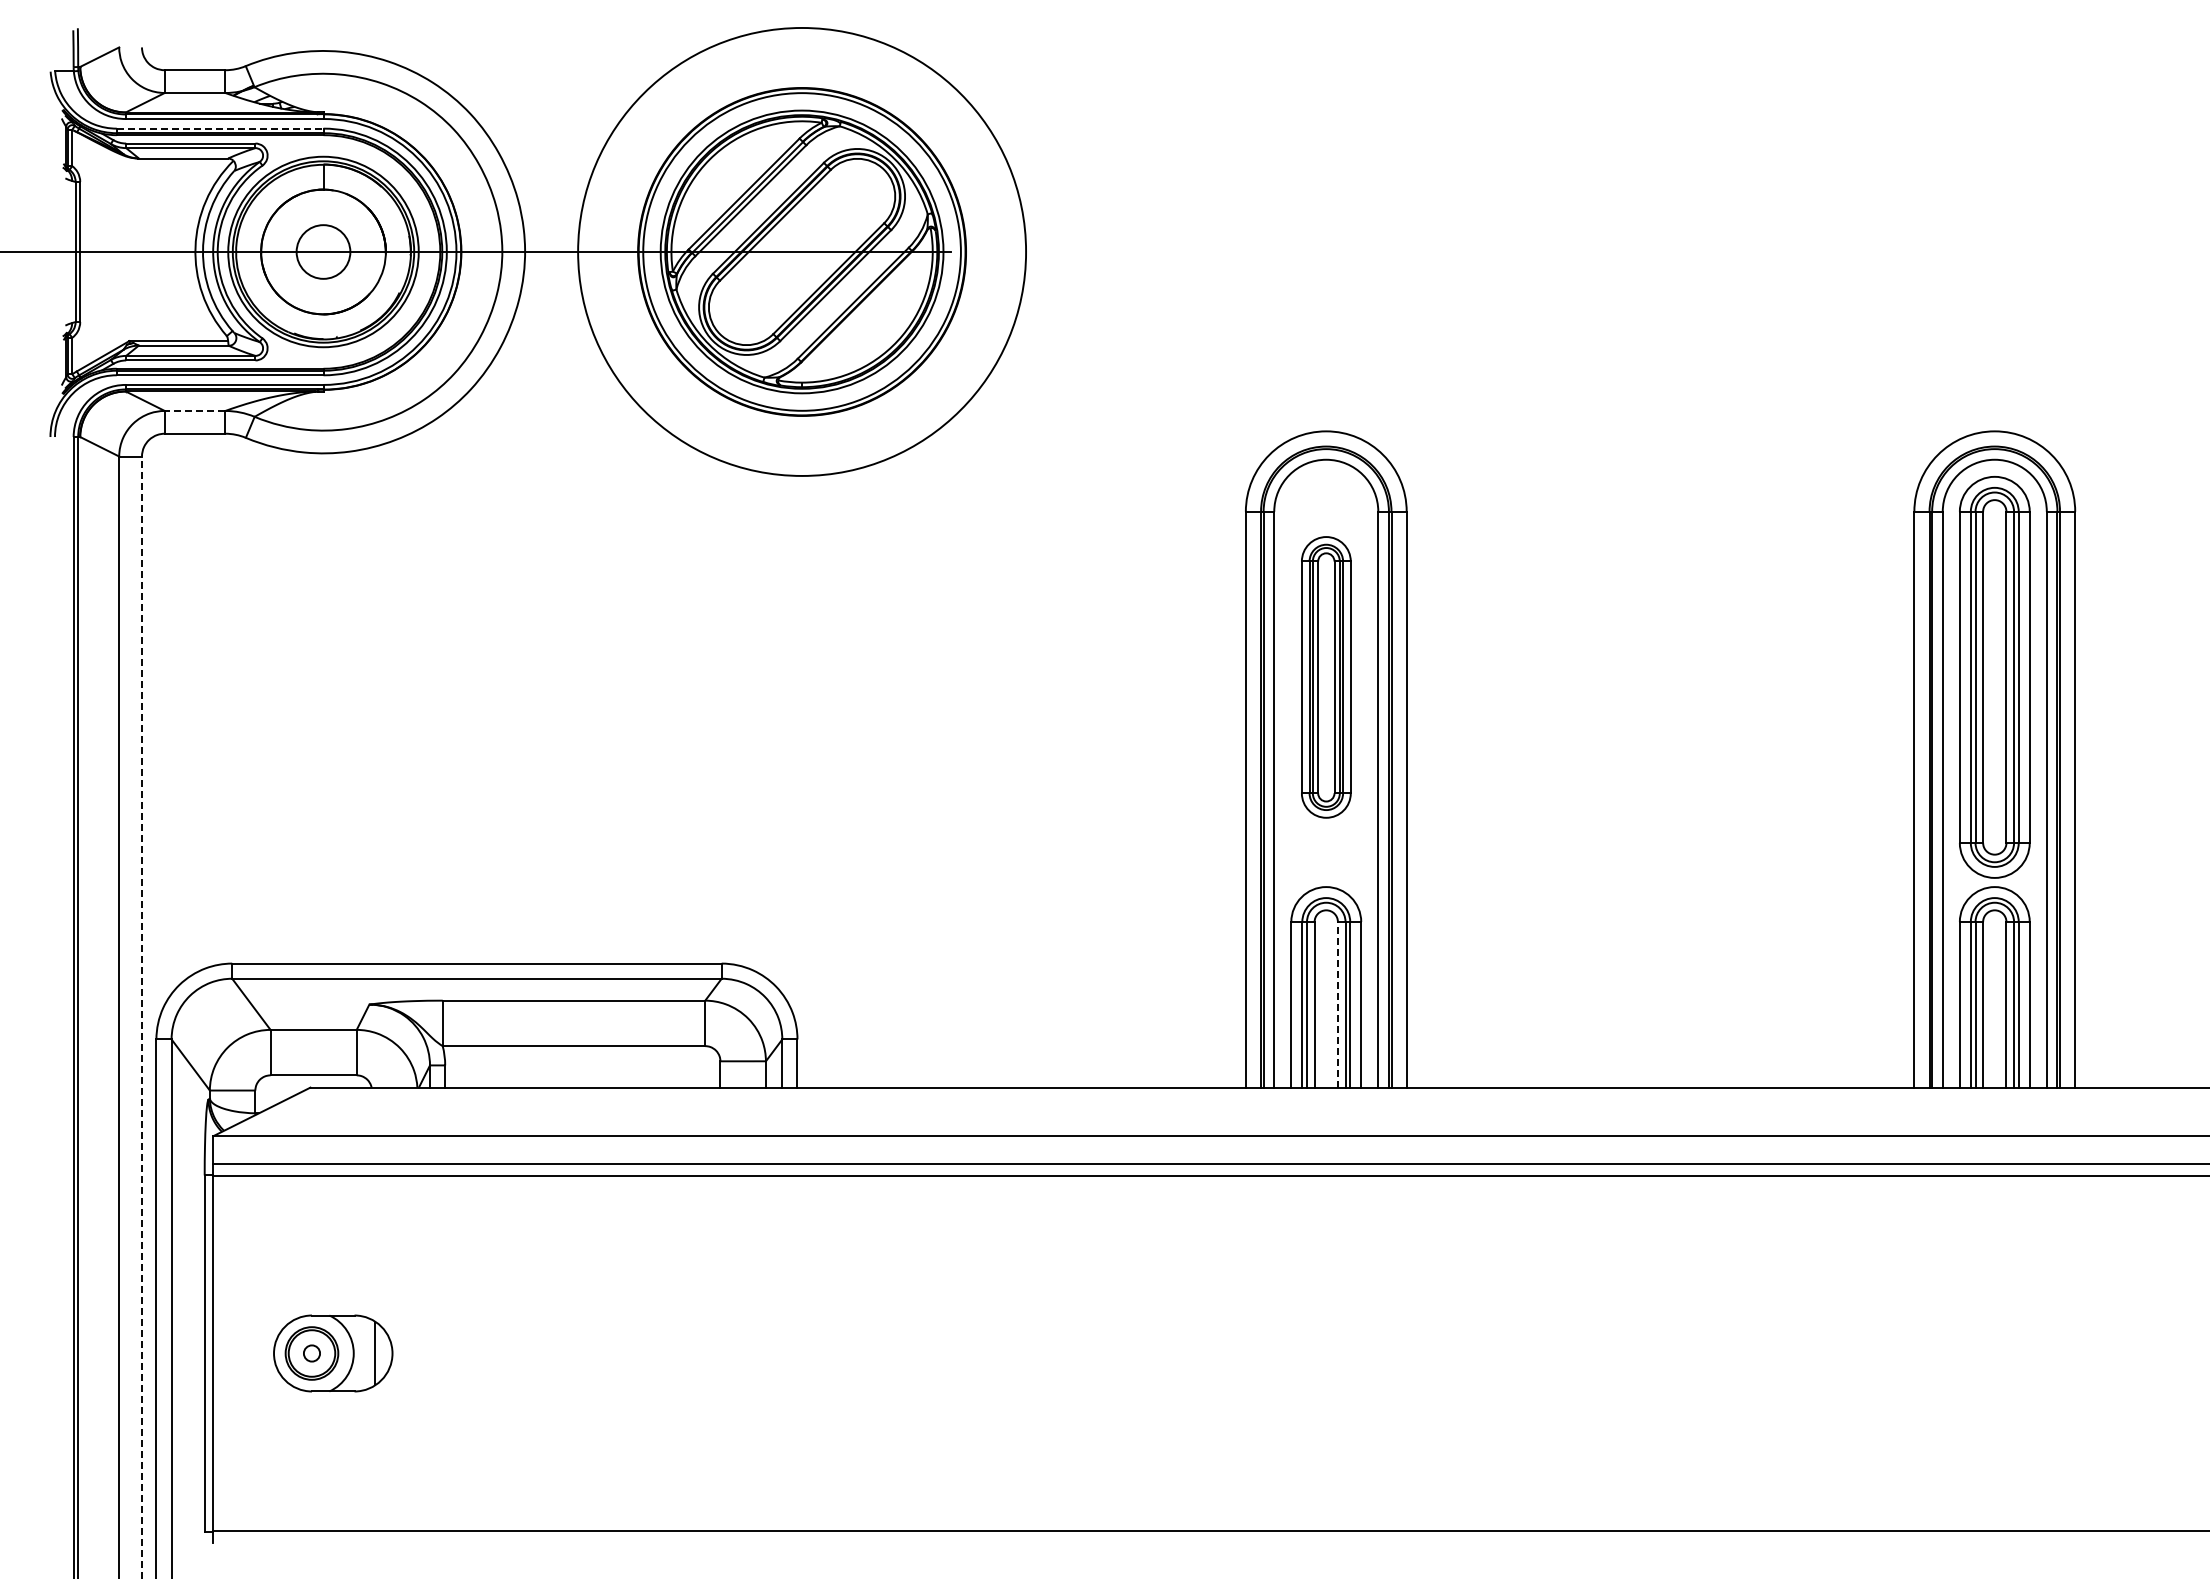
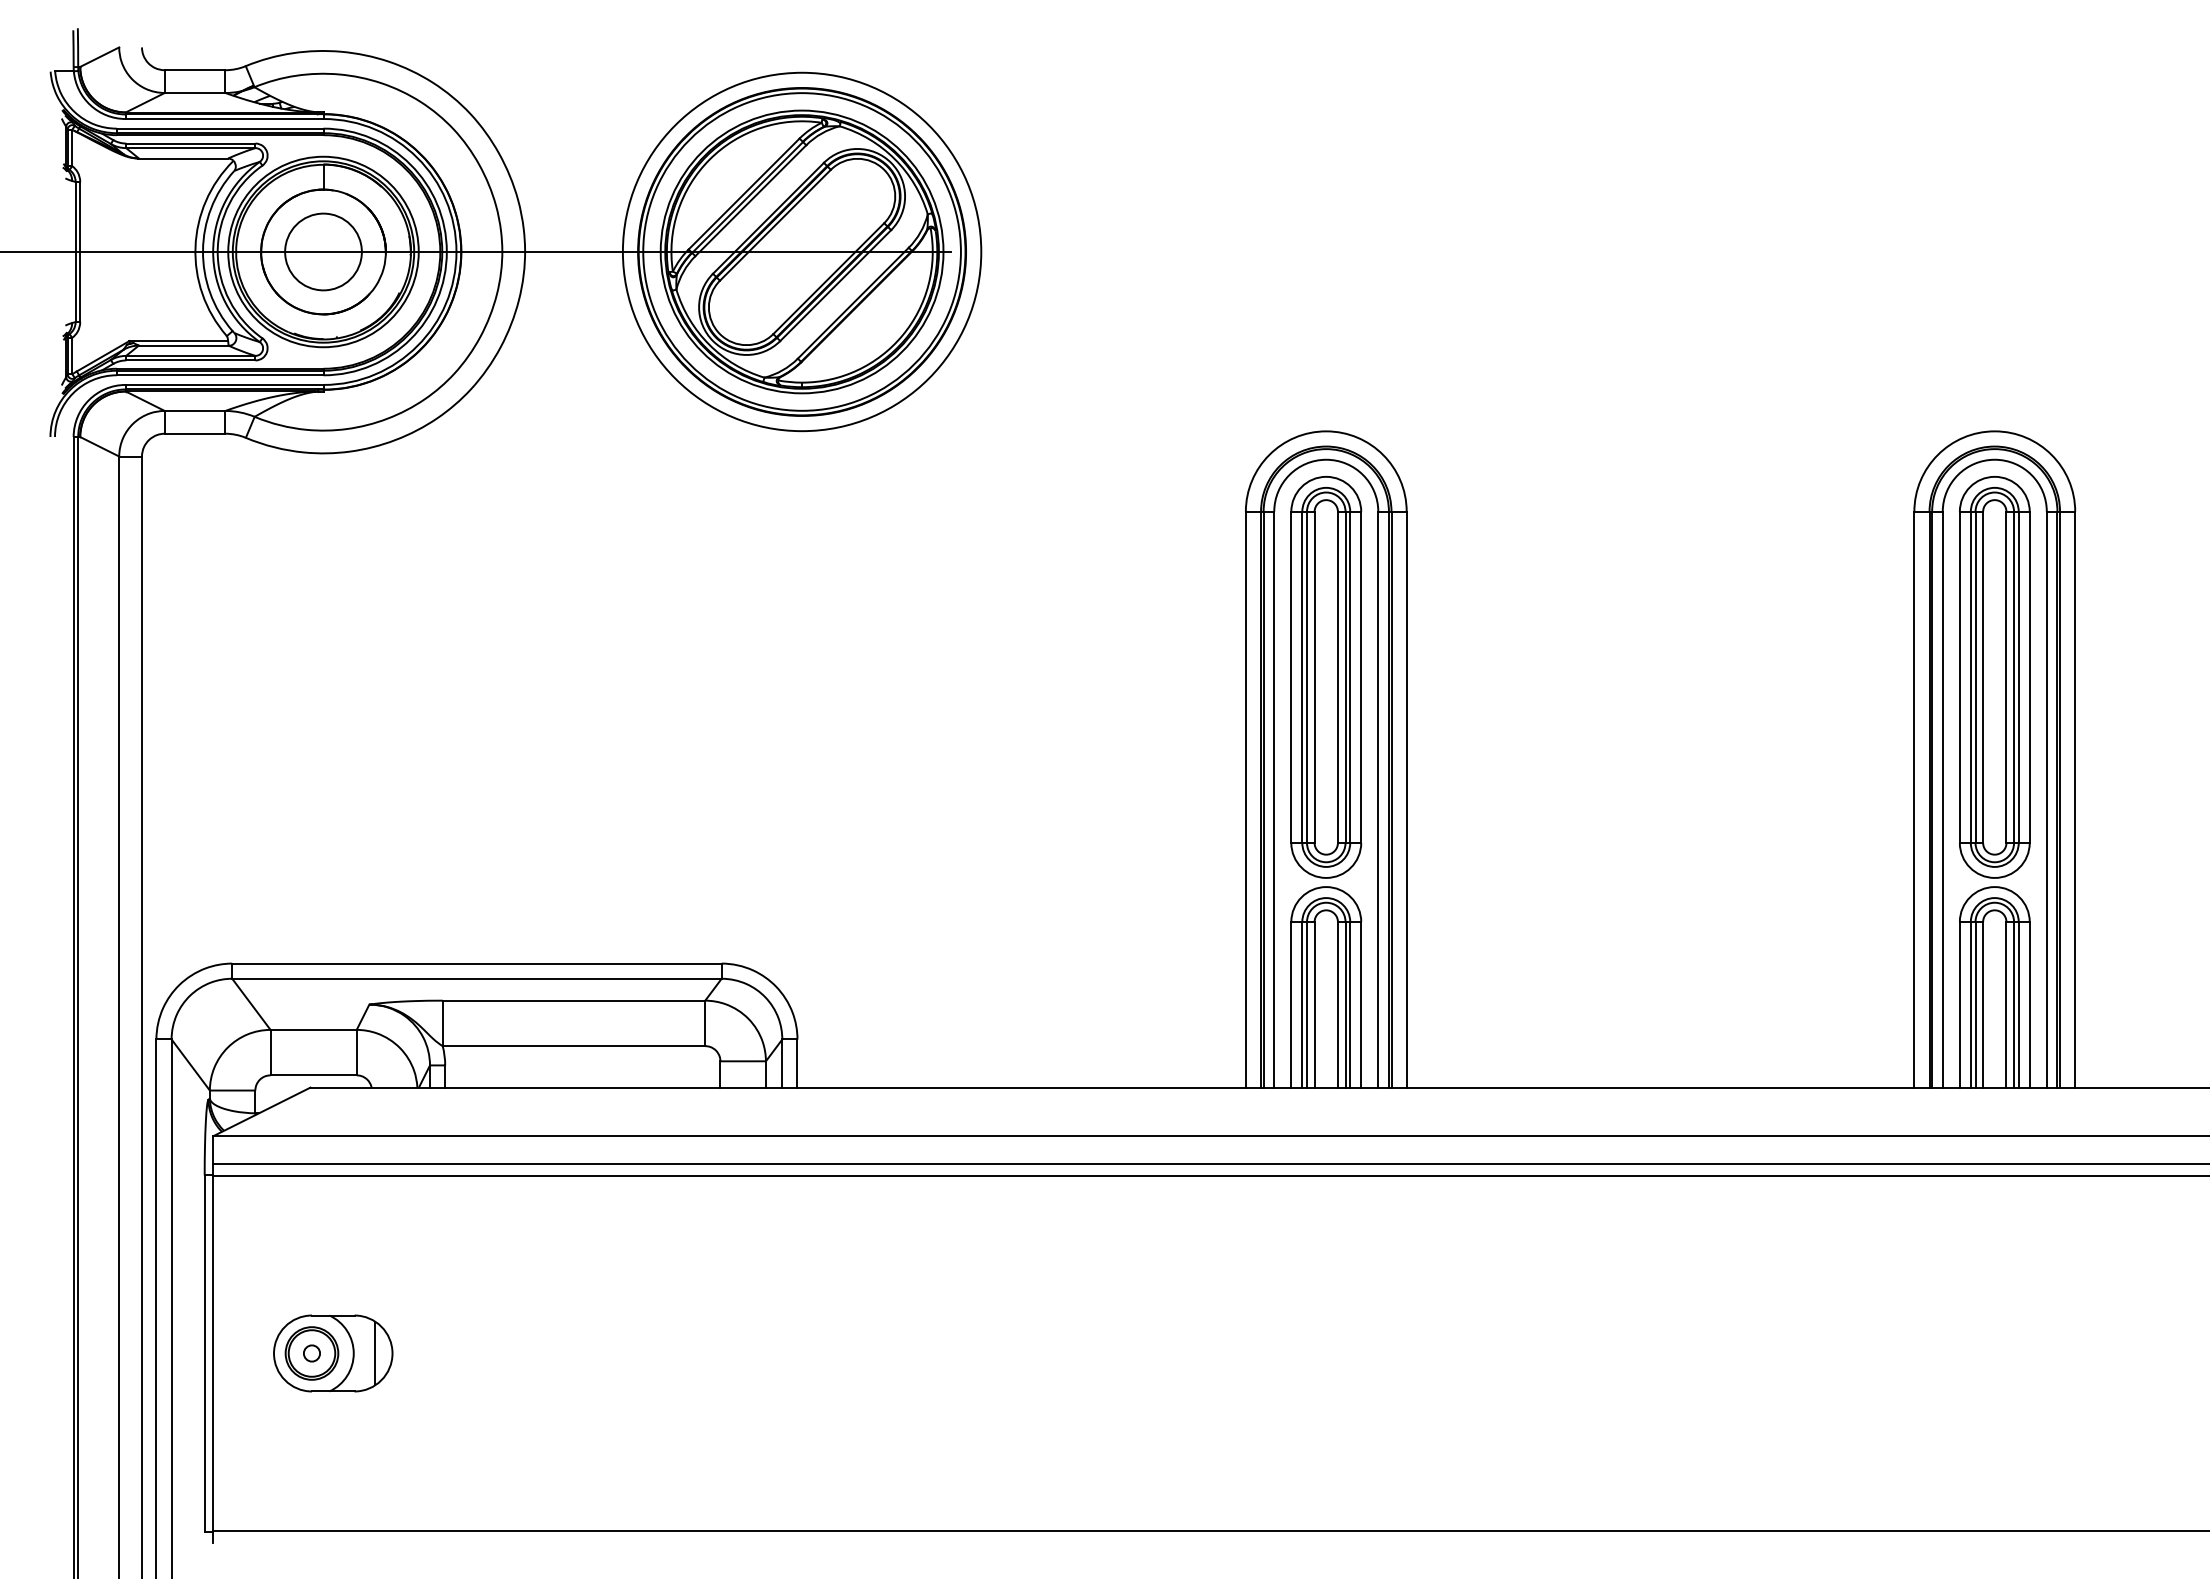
line at (220, 128): dashed -> solid
circle at (323, 251) diameter: 54 px -> 77 px
circle at (802, 251) diameter: 448 px -> 358 px
line at (194, 410): dashed -> solid
part at (1326, 677) size: 51x283 px -> 73x403 px
line at (1337, 1004): dashed -> solid
line at (141, 1017): dashed -> solid
